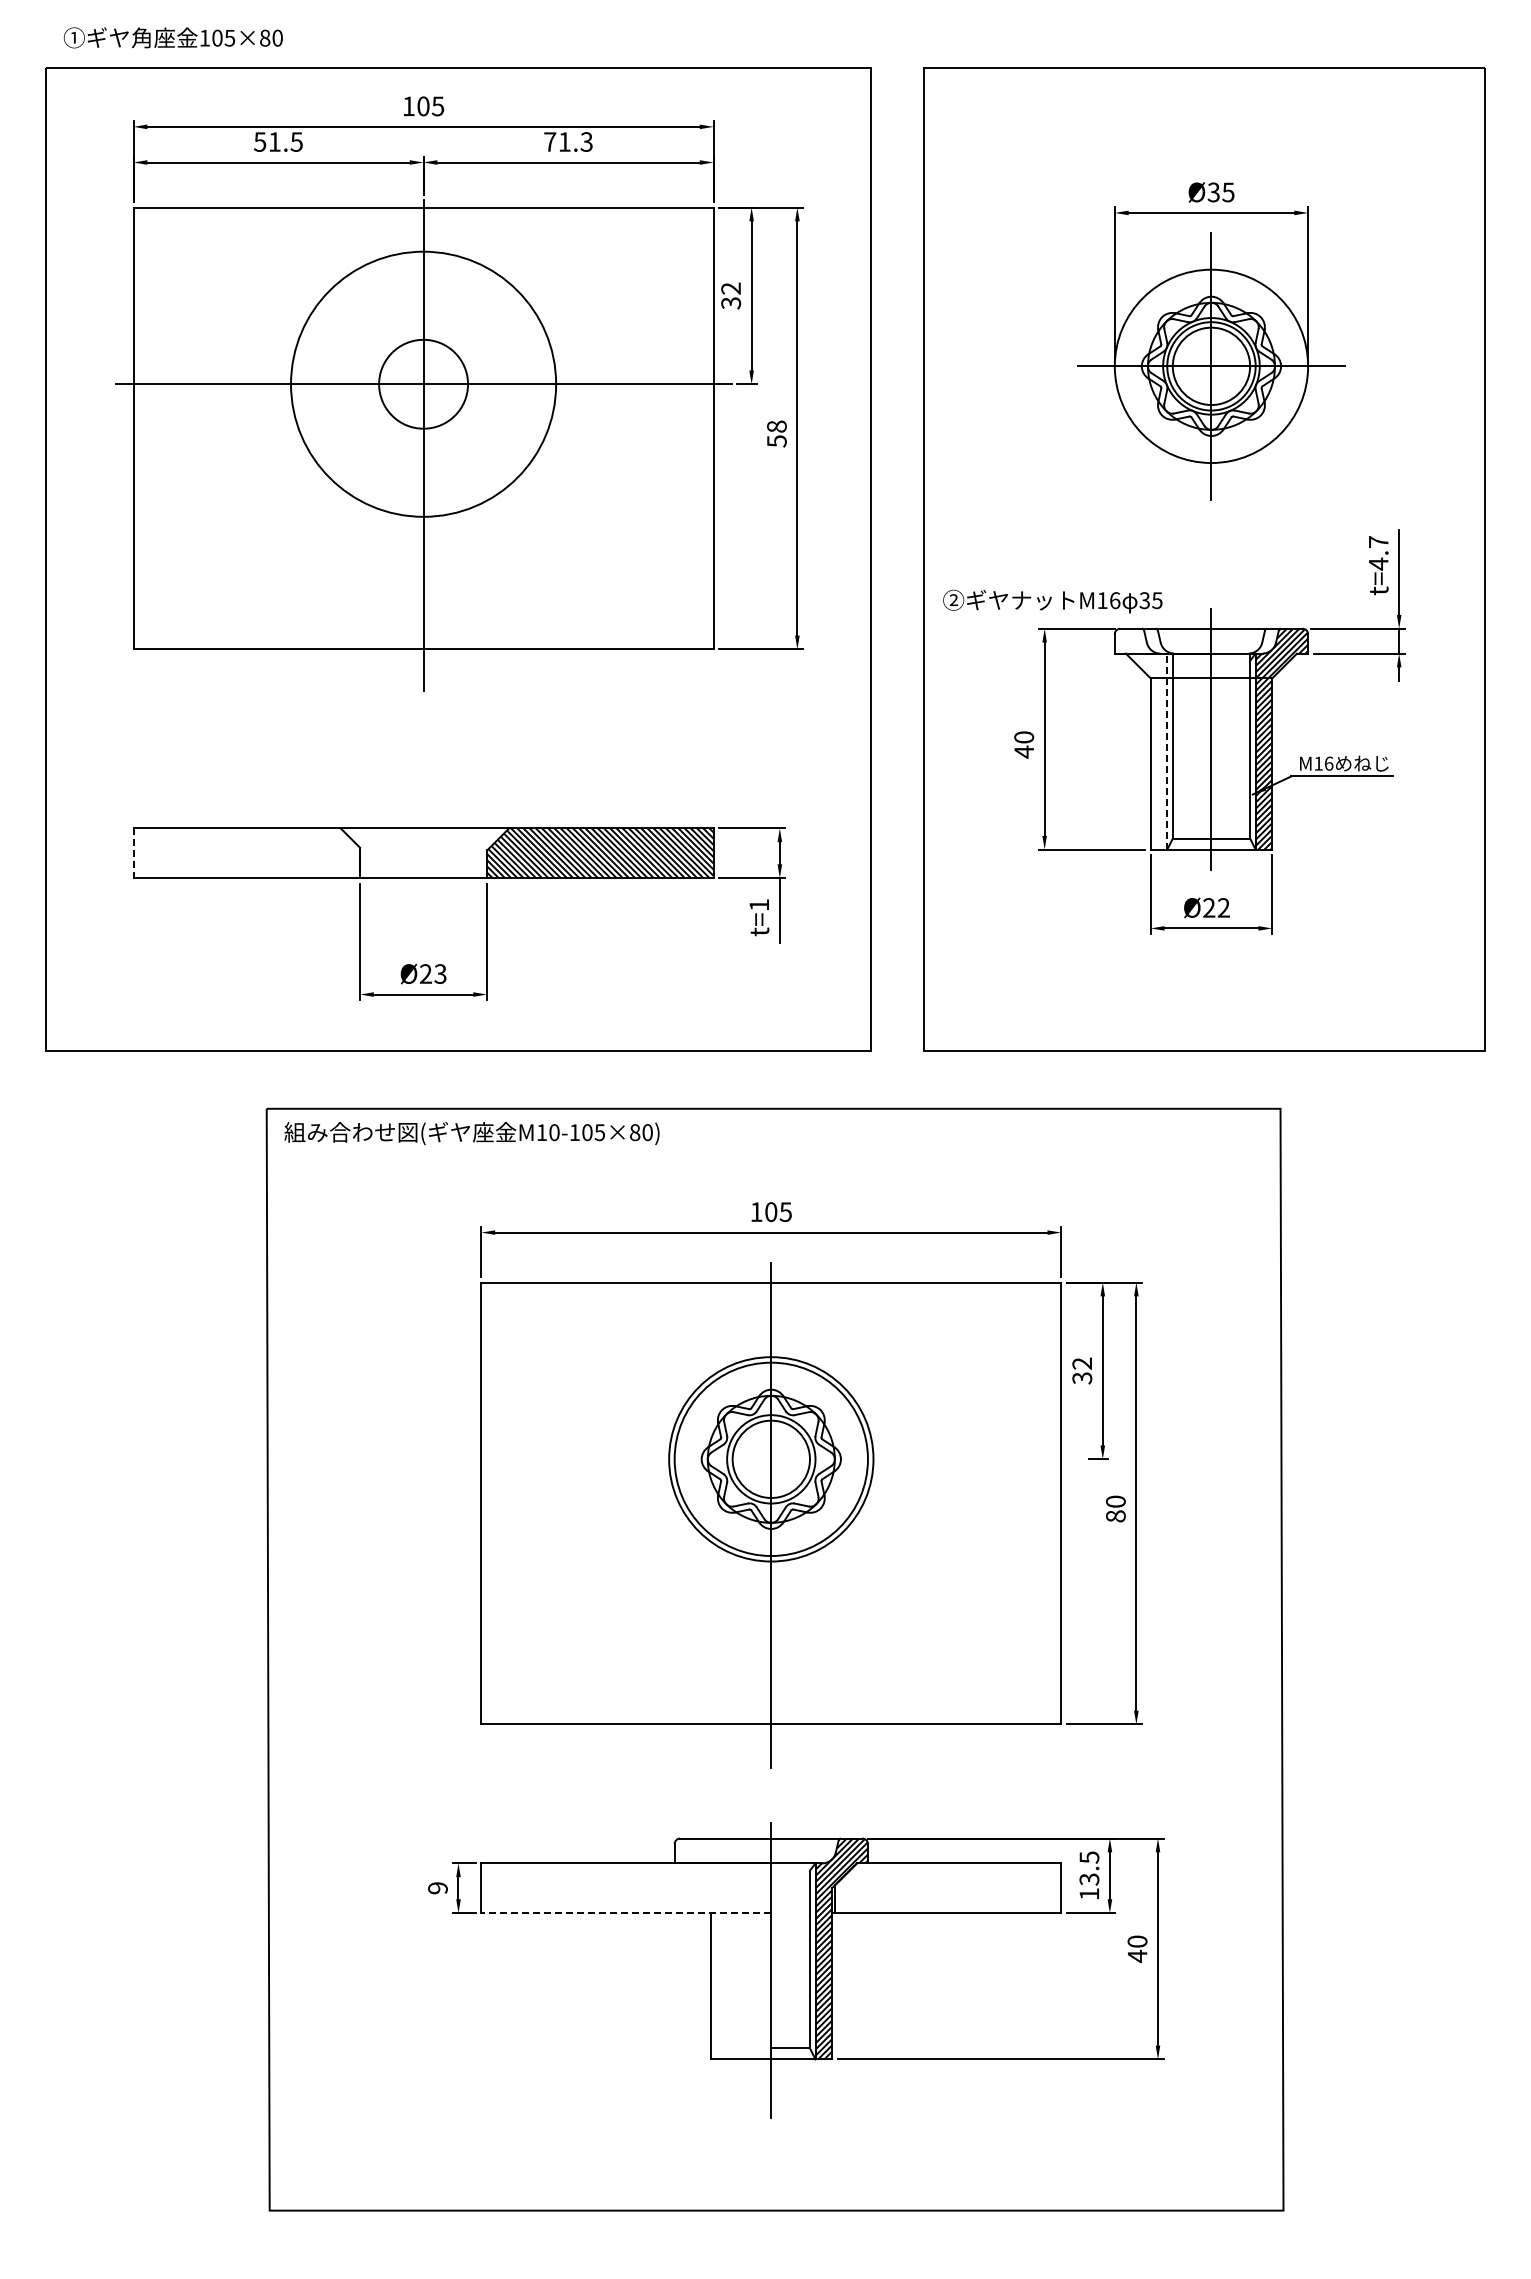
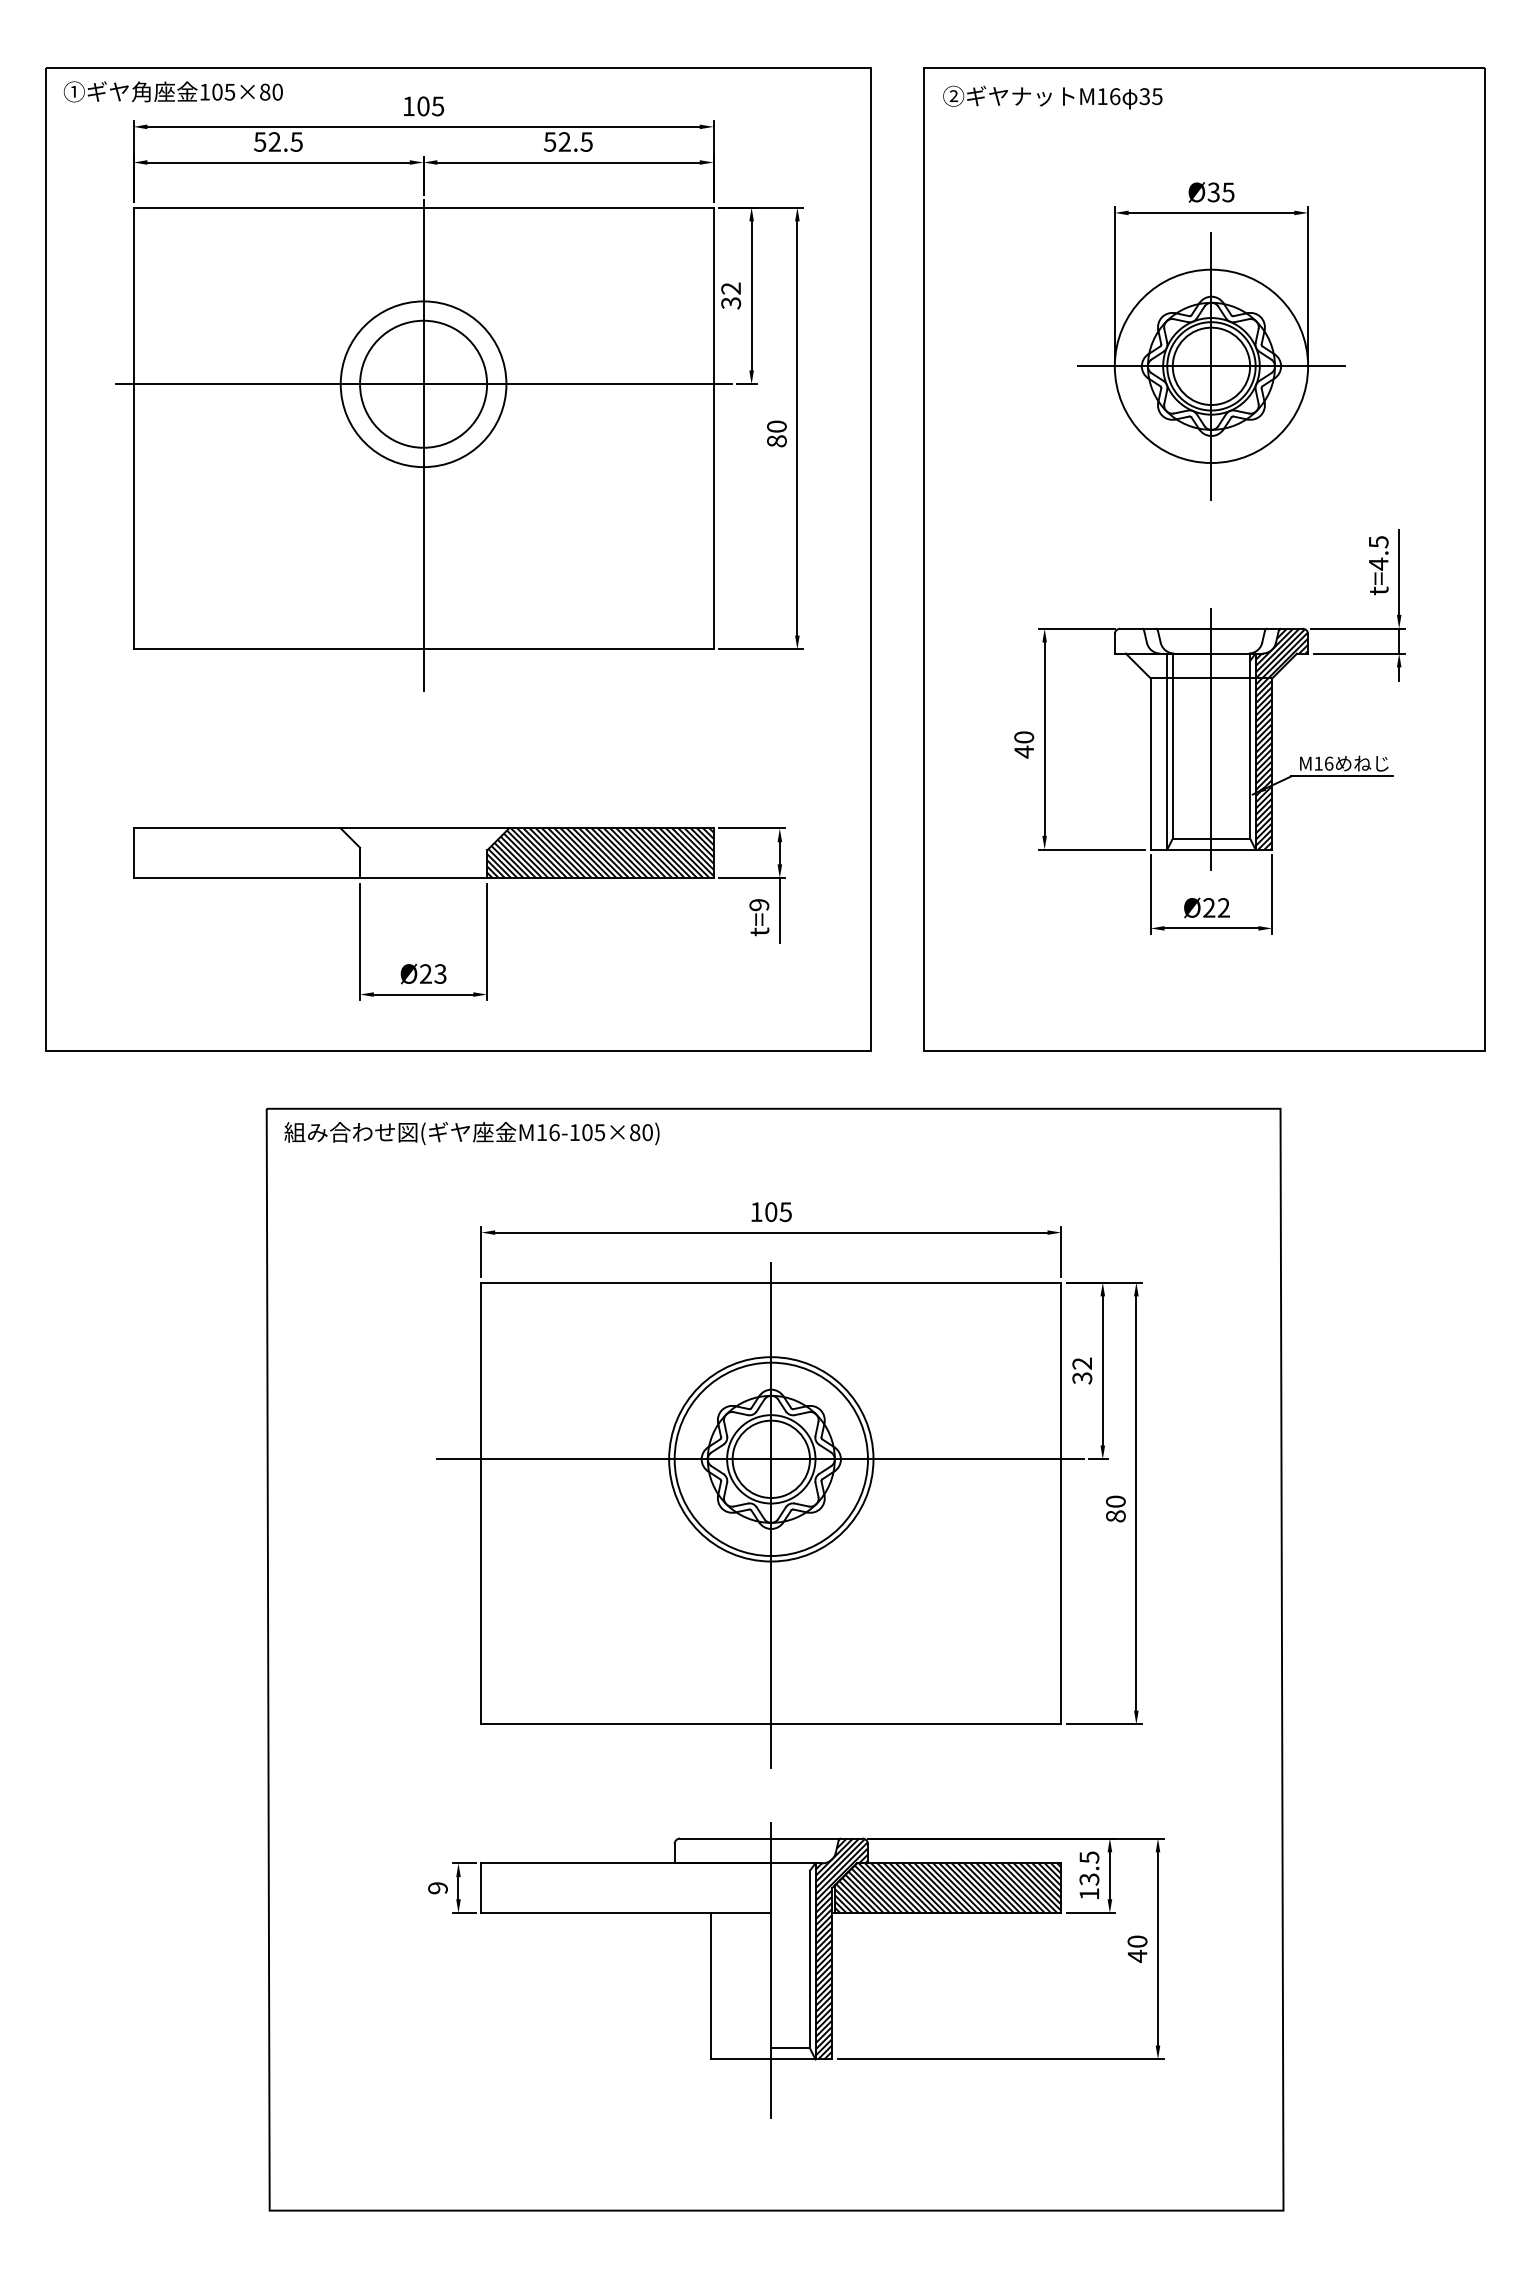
text at (172, 37) position: (172, 37) -> (172, 91)
text at (274, 141): 51.5 -> 52.5
text at (567, 141): 71.3 -> 52.5
circle at (423, 383) diameter: 265 px -> 166 px
circle at (423, 383) diameter: 89 px -> 127 px
text at (776, 433): 58 -> 80
text at (1378, 542): t=4.7 -> t=4.5
text at (1052, 601) position: (1052, 601) -> (1052, 97)
line at (1167, 751): dashed -> solid
line at (133, 853): dashed -> solid
text at (759, 905): t=1 -> t=9
text at (554, 1132): M10-105×80) -> M16-105×80)
line at (760, 1459): none -> present
hatch at (947, 1888): none -> present
line at (626, 1913): dashed -> solid
